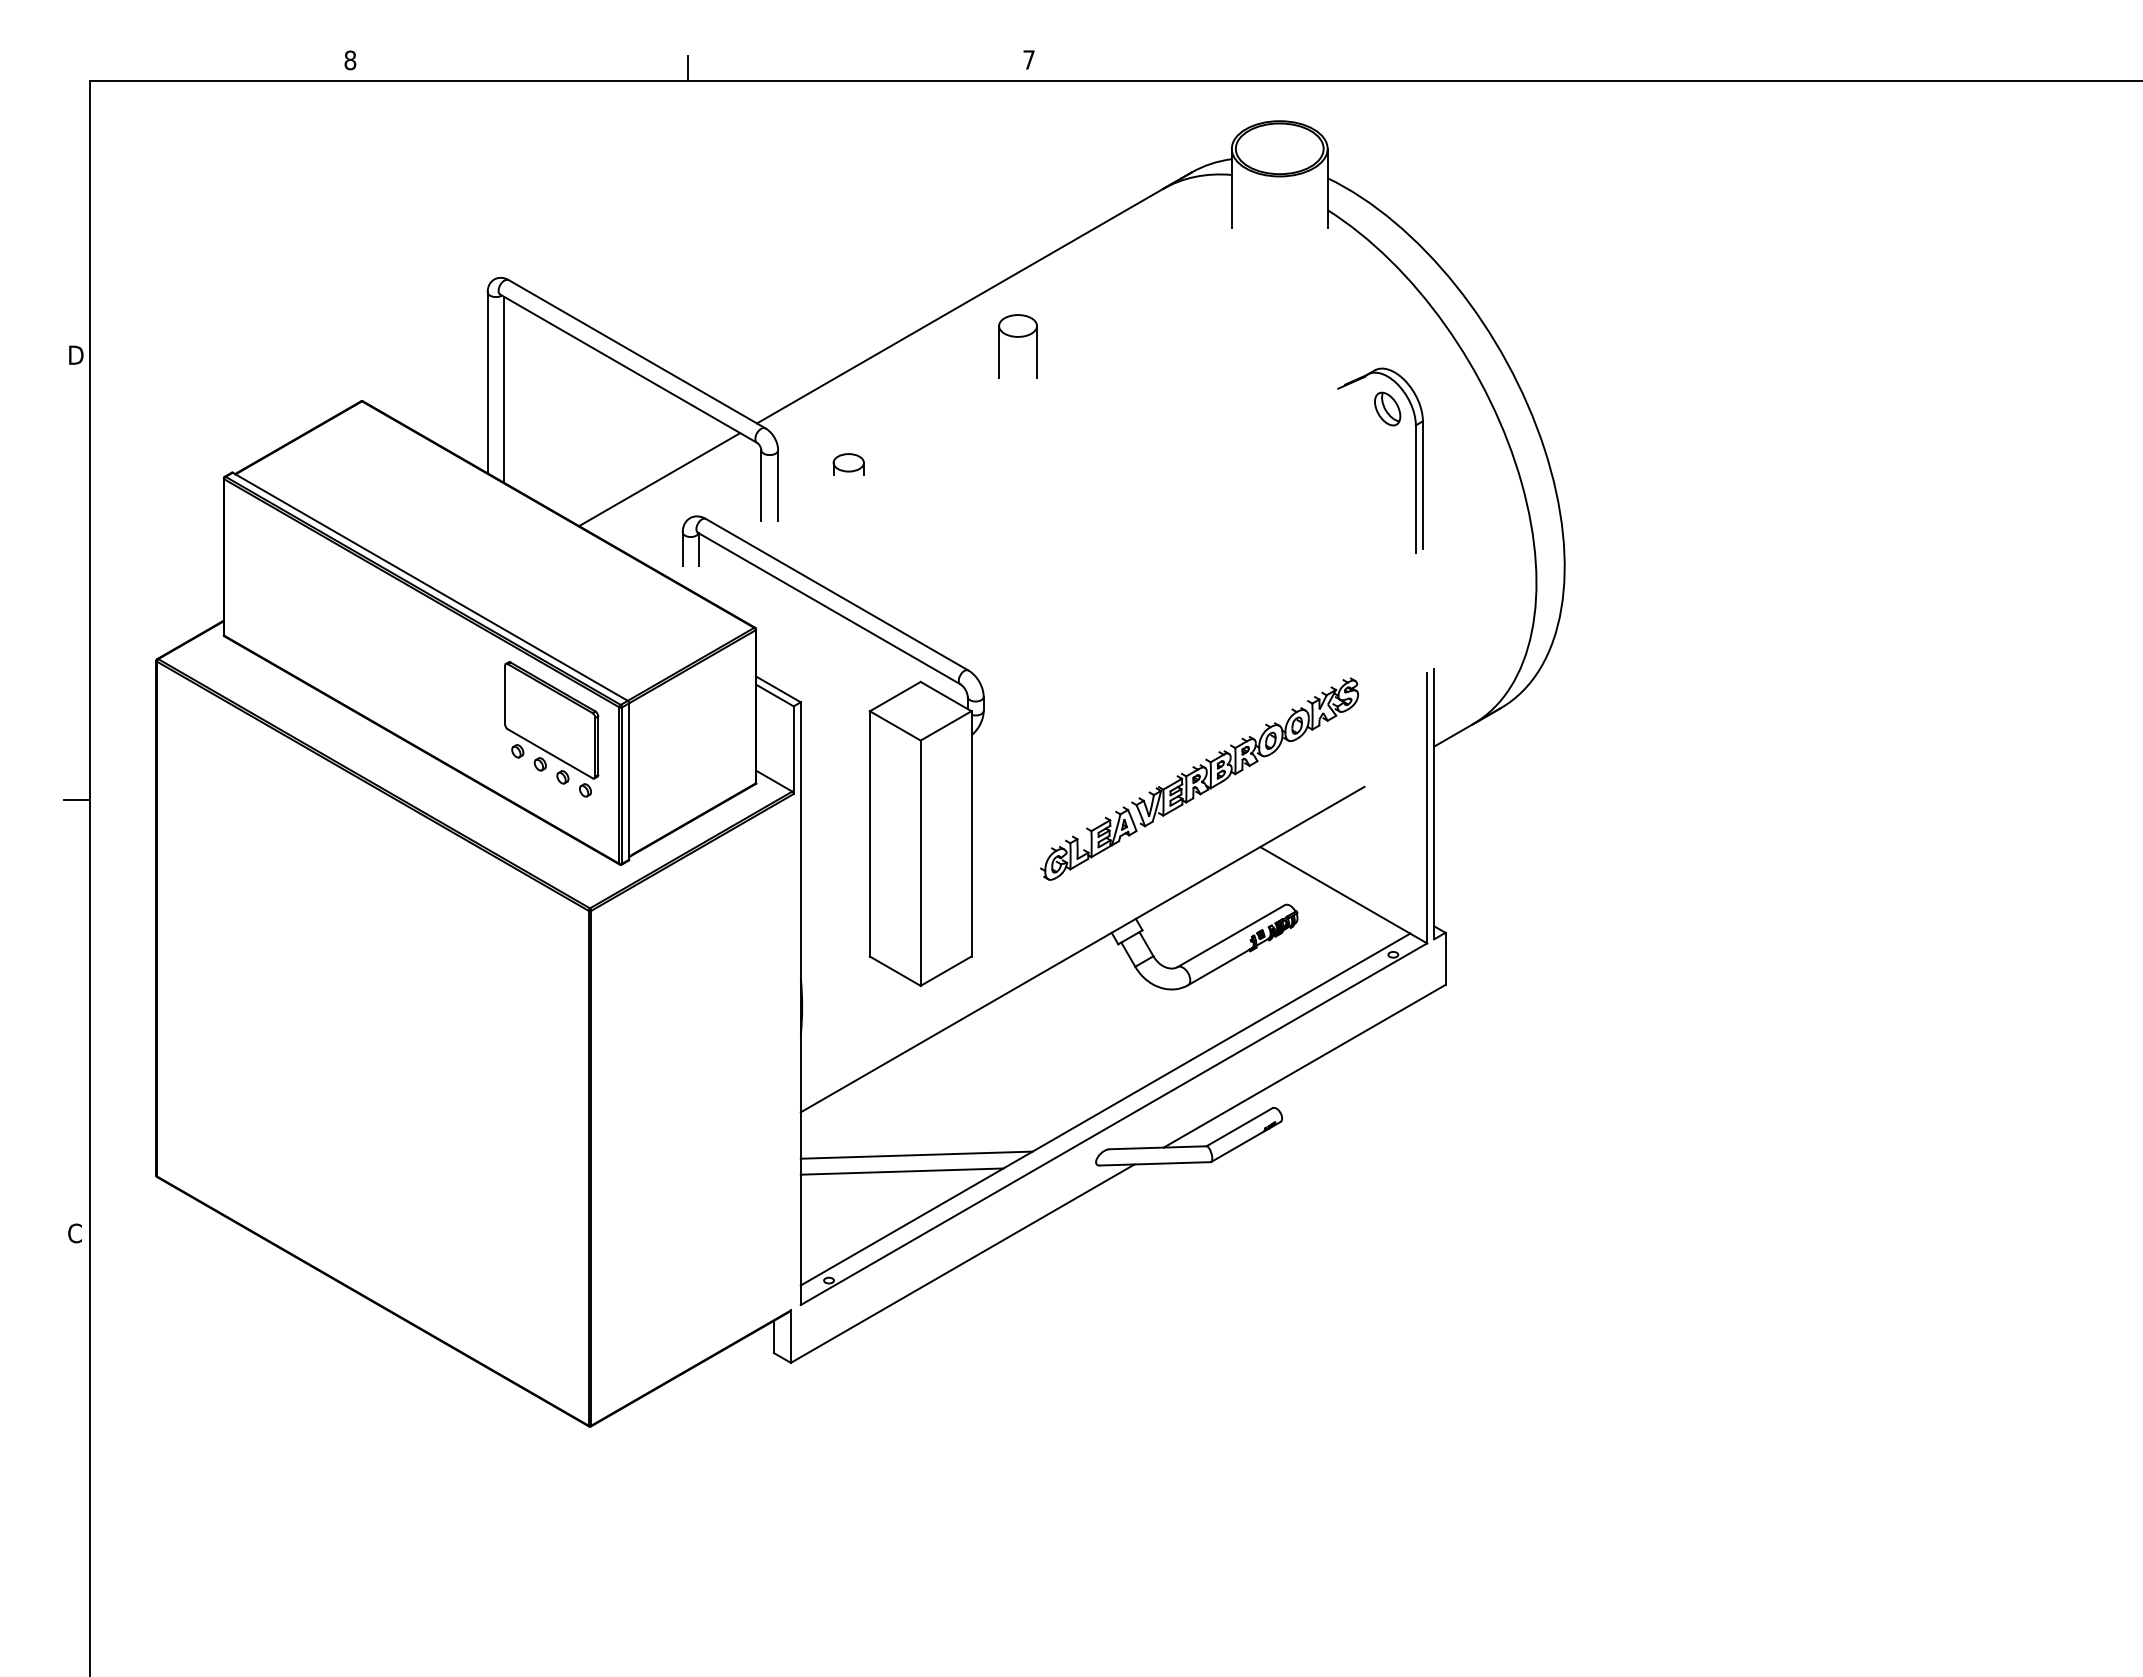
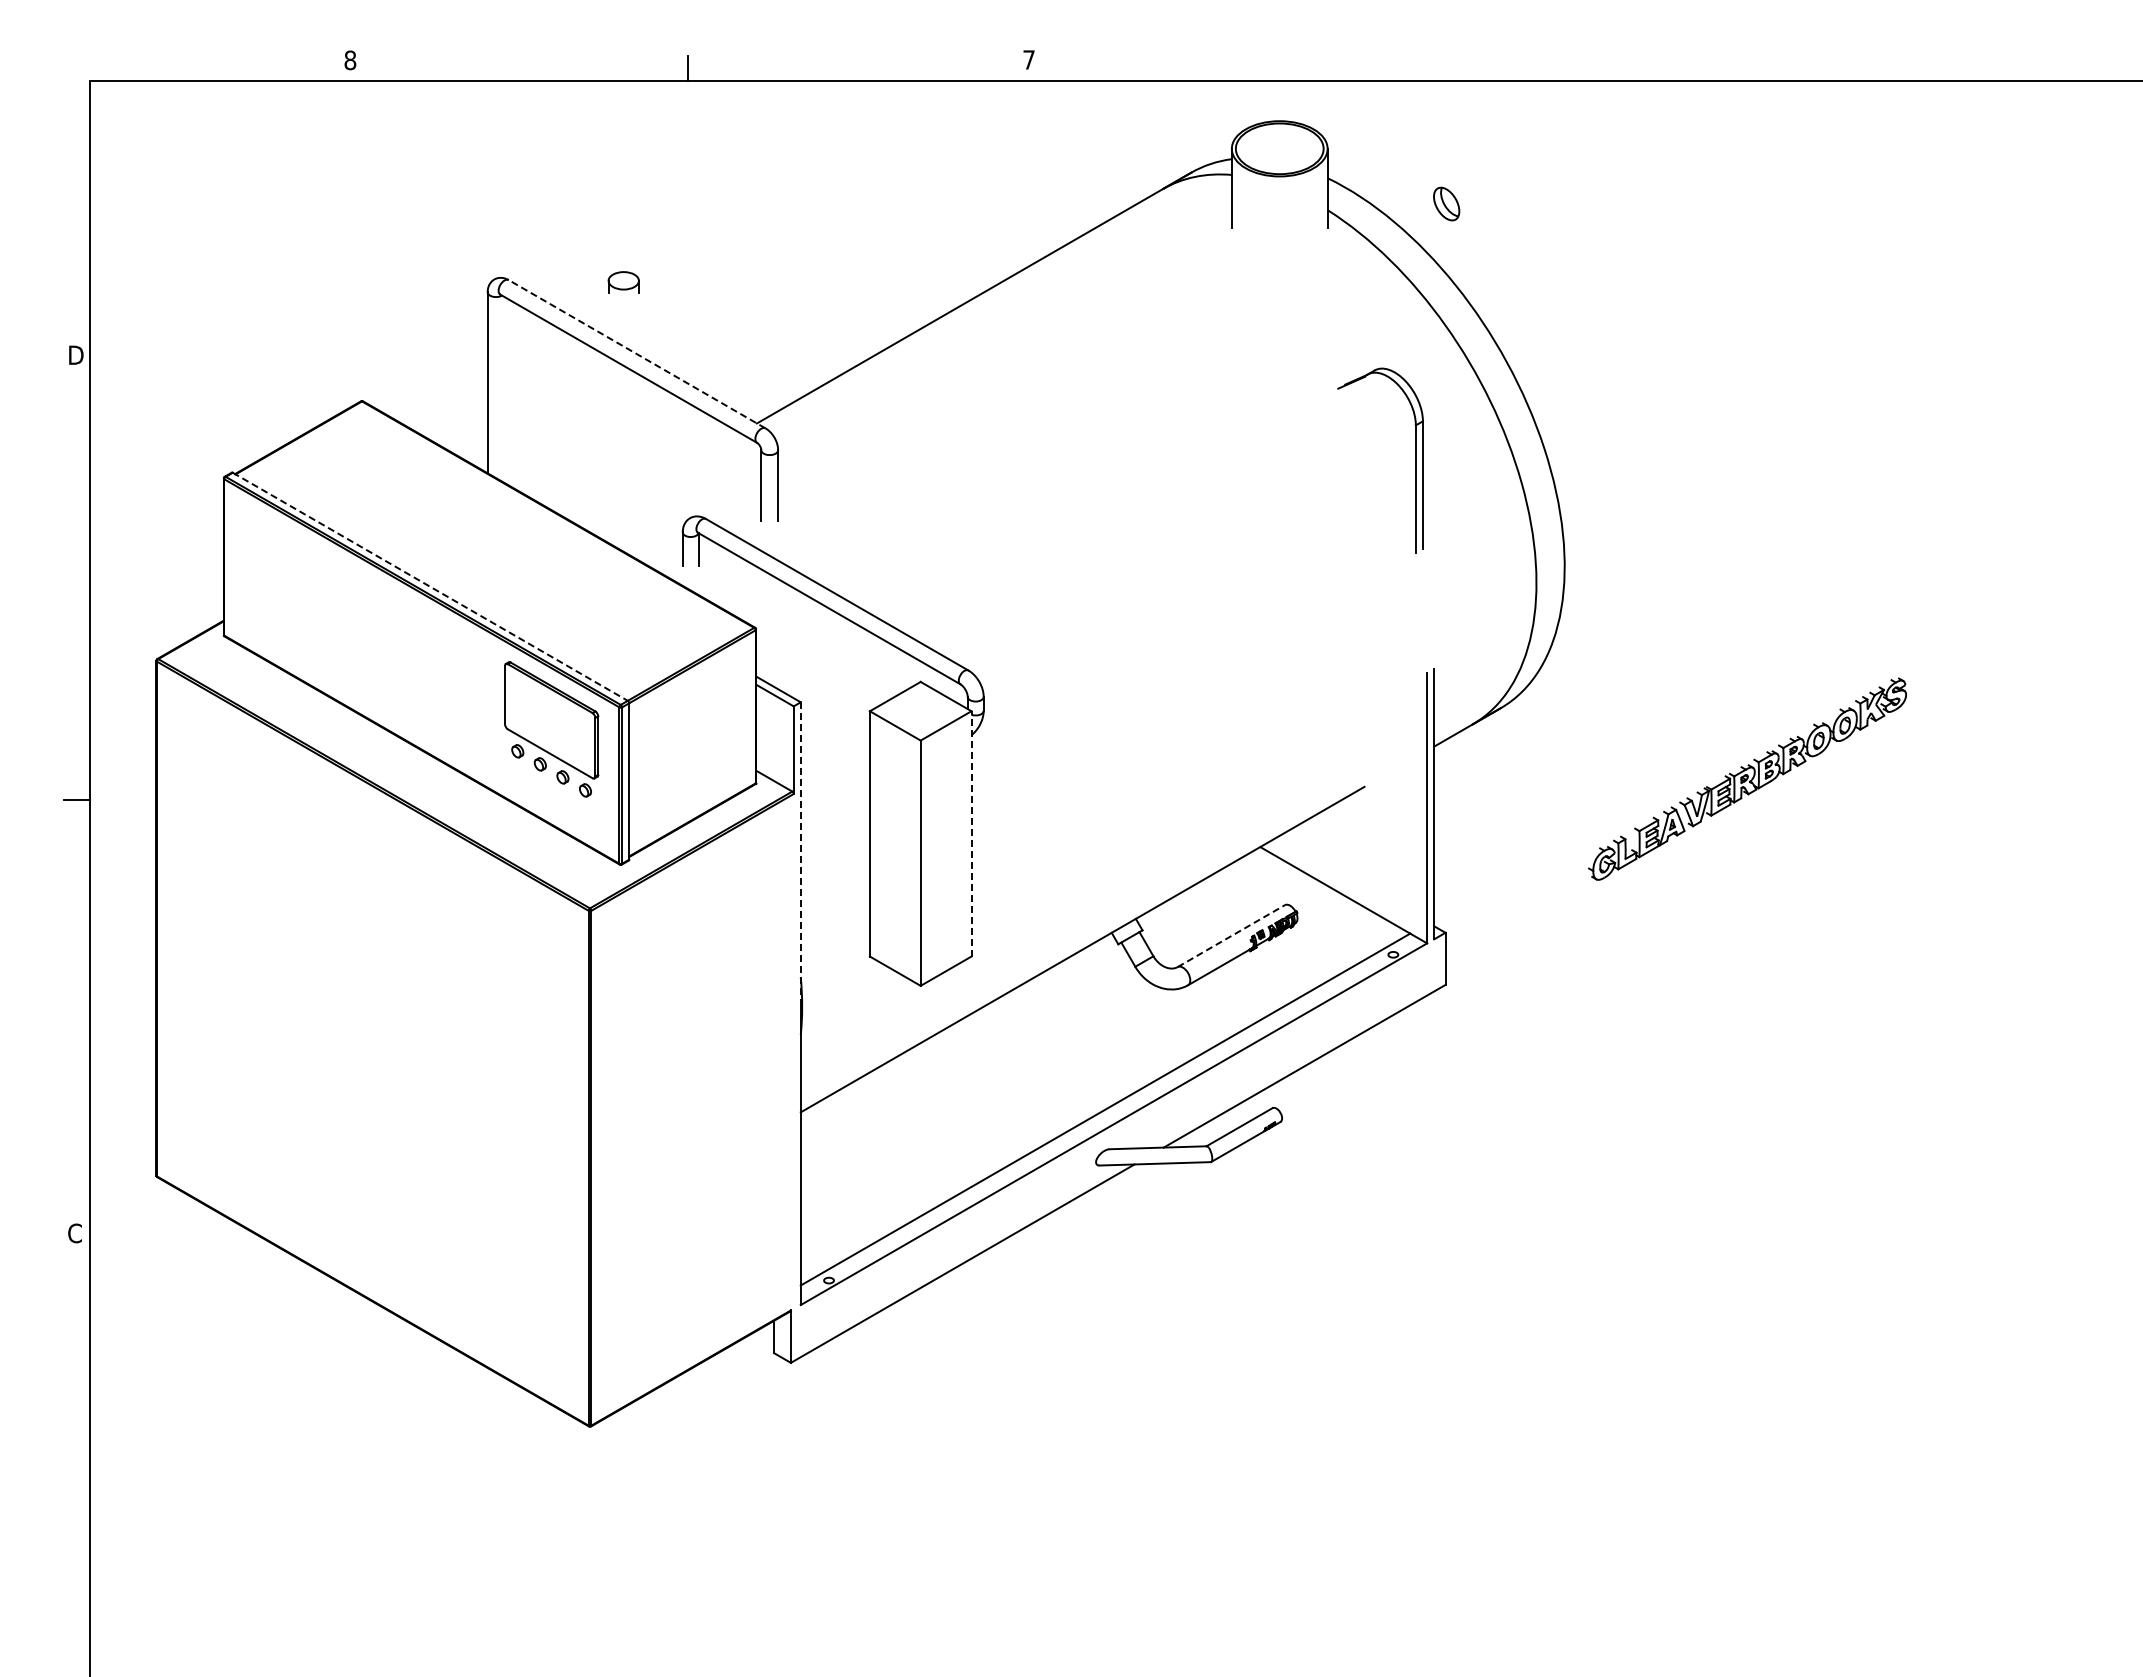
part at (1017, 337): present -> none
line at (636, 353): solid -> dashed
line at (504, 389): present -> none
part at (1387, 408) position: (1387, 408) -> (1446, 203)
part at (848, 464) position: (848, 464) -> (623, 282)
line at (659, 479): present -> none
line at (430, 587): solid -> dashed
part at (1199, 778) position: (1199, 778) -> (1747, 778)
line at (971, 833): solid -> dashed
line at (800, 853): solid -> dashed
line at (1231, 936): solid -> dashed
line at (916, 1154): present -> none
line at (901, 1171): present -> none
